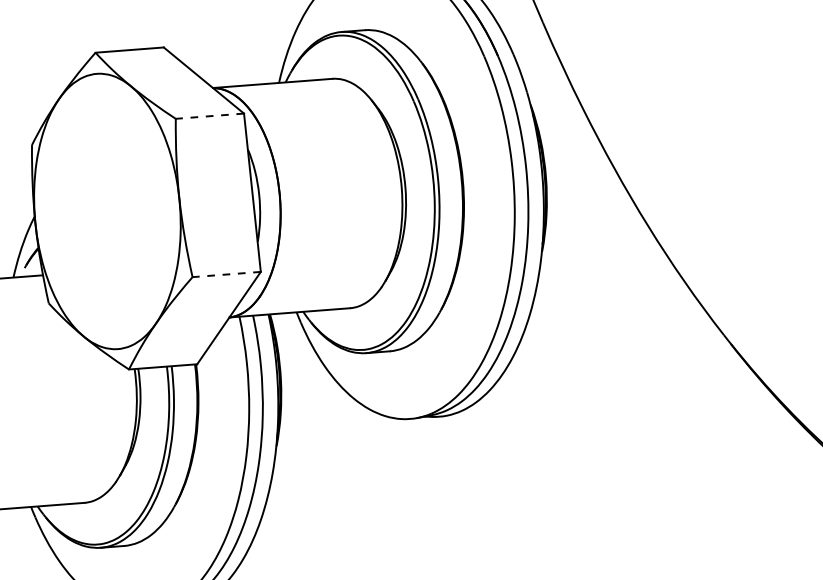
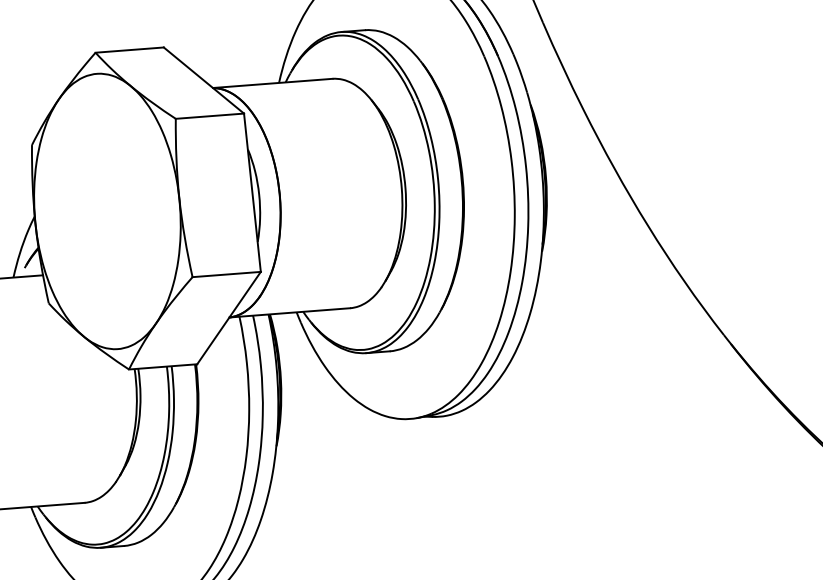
line at (209, 116): dashed -> solid
line at (226, 274): dashed -> solid
